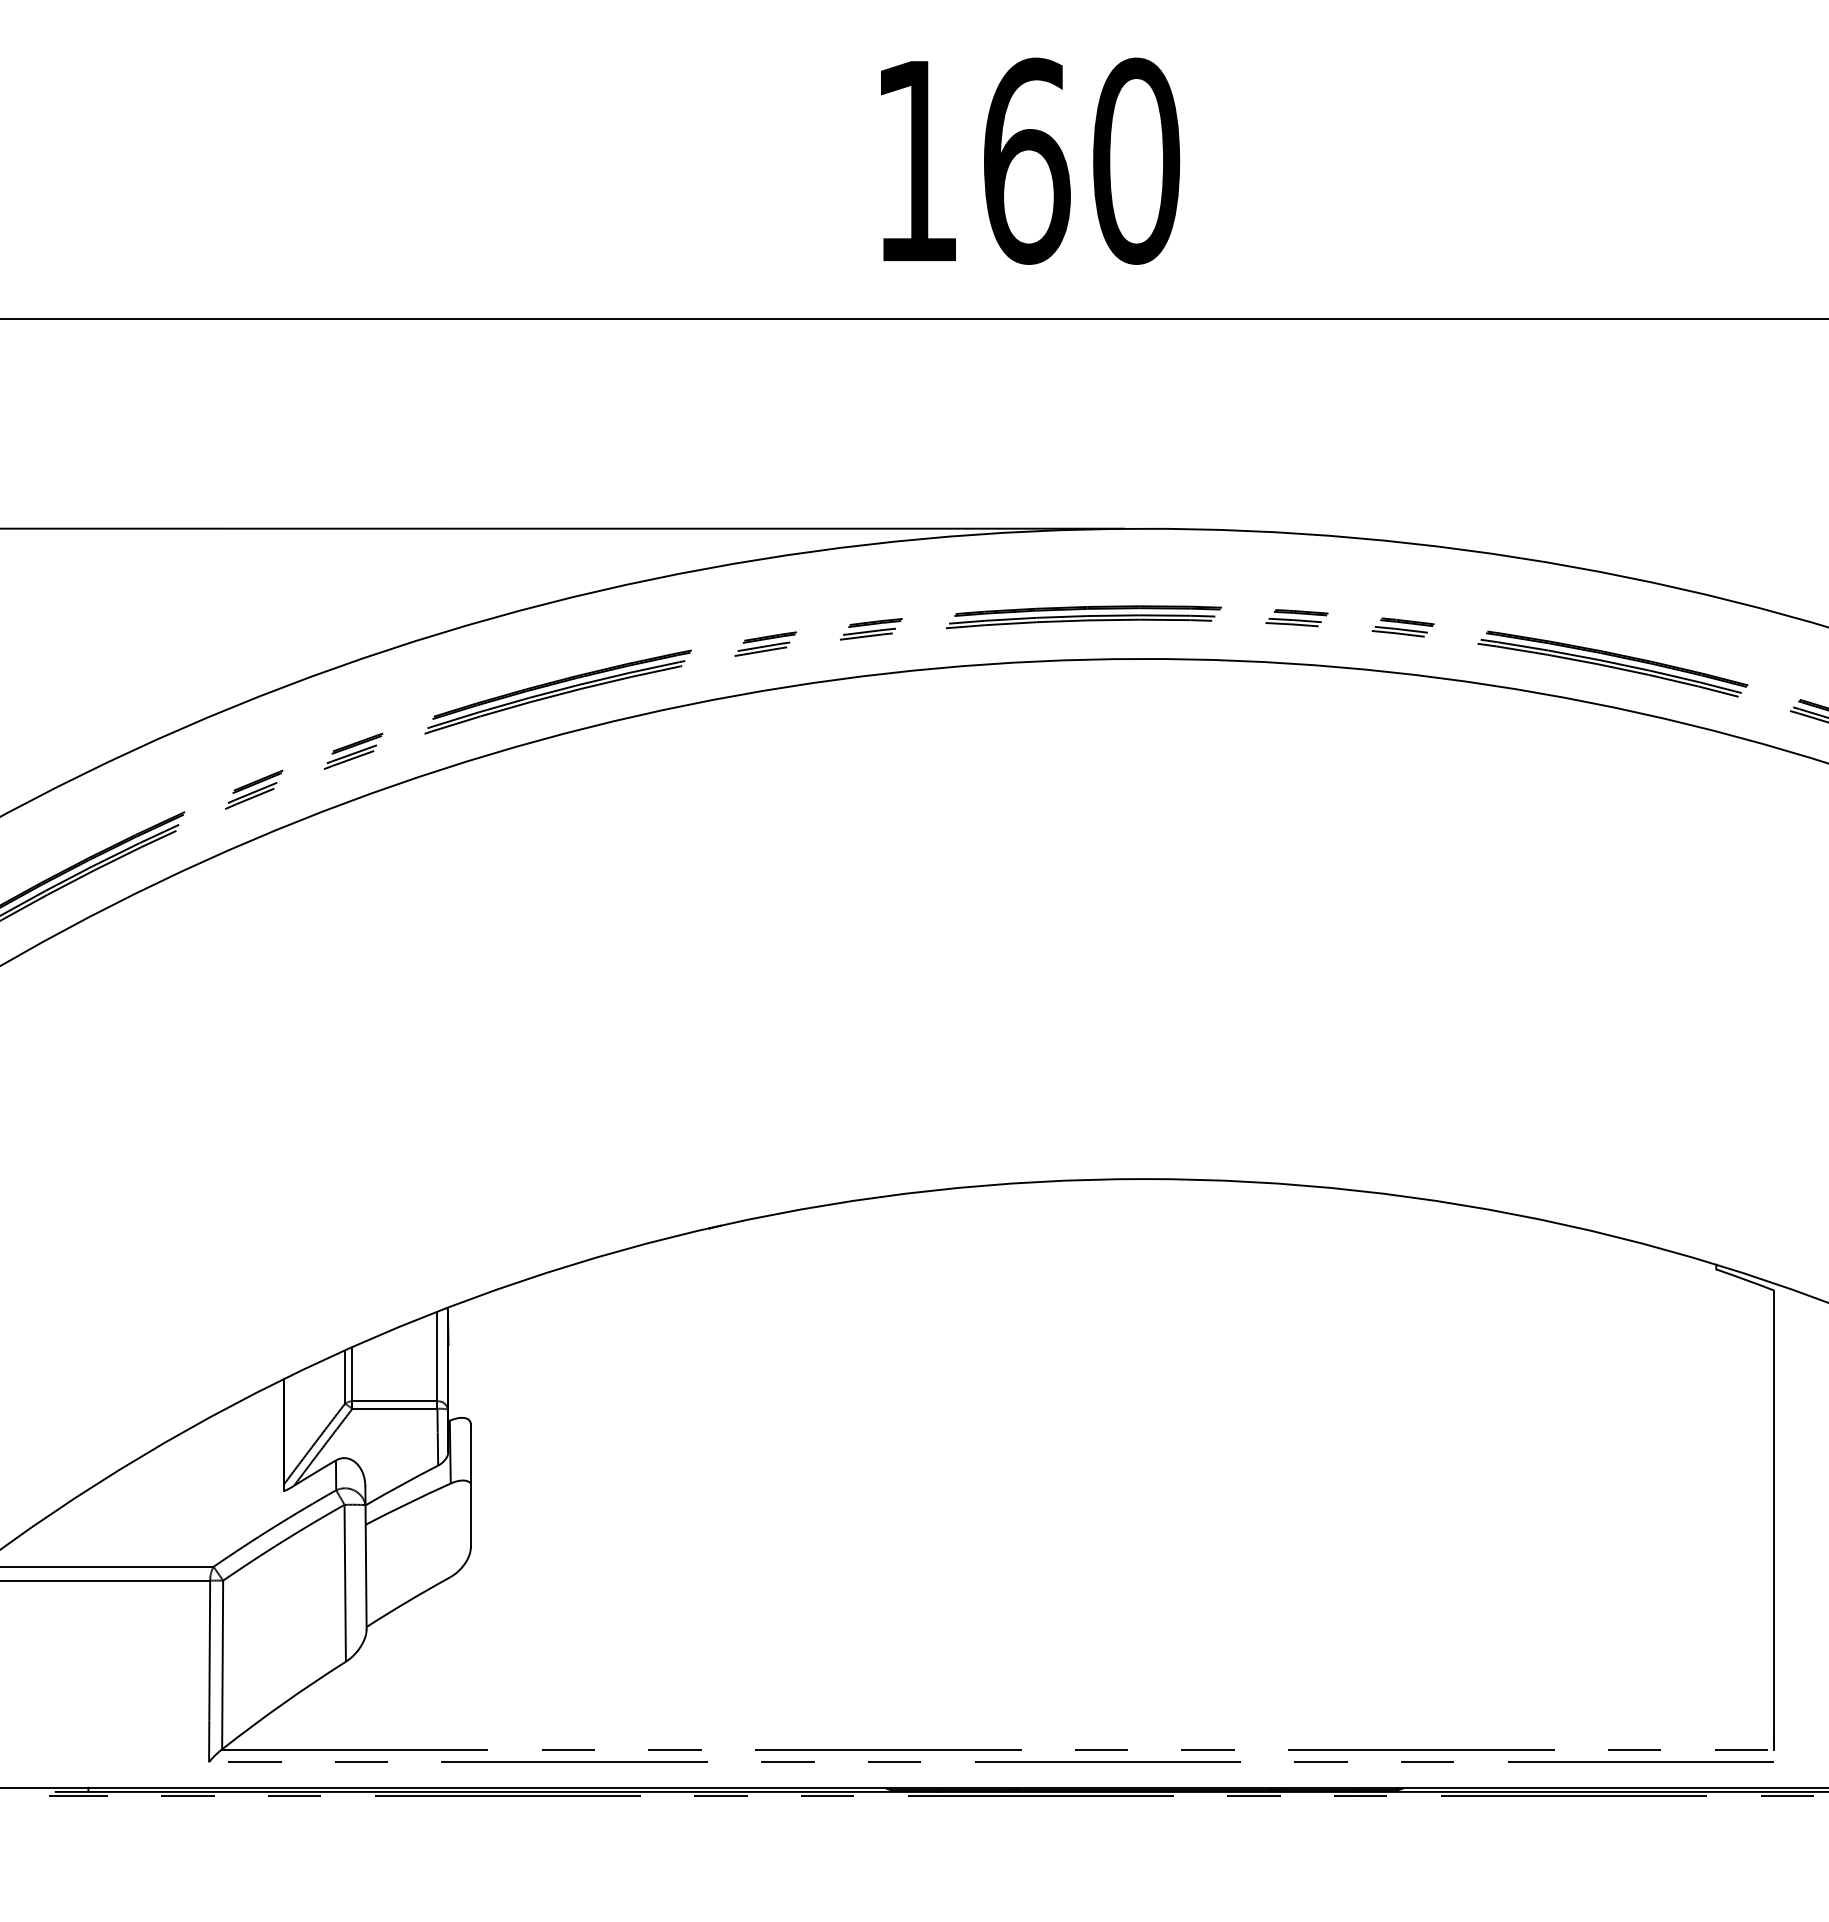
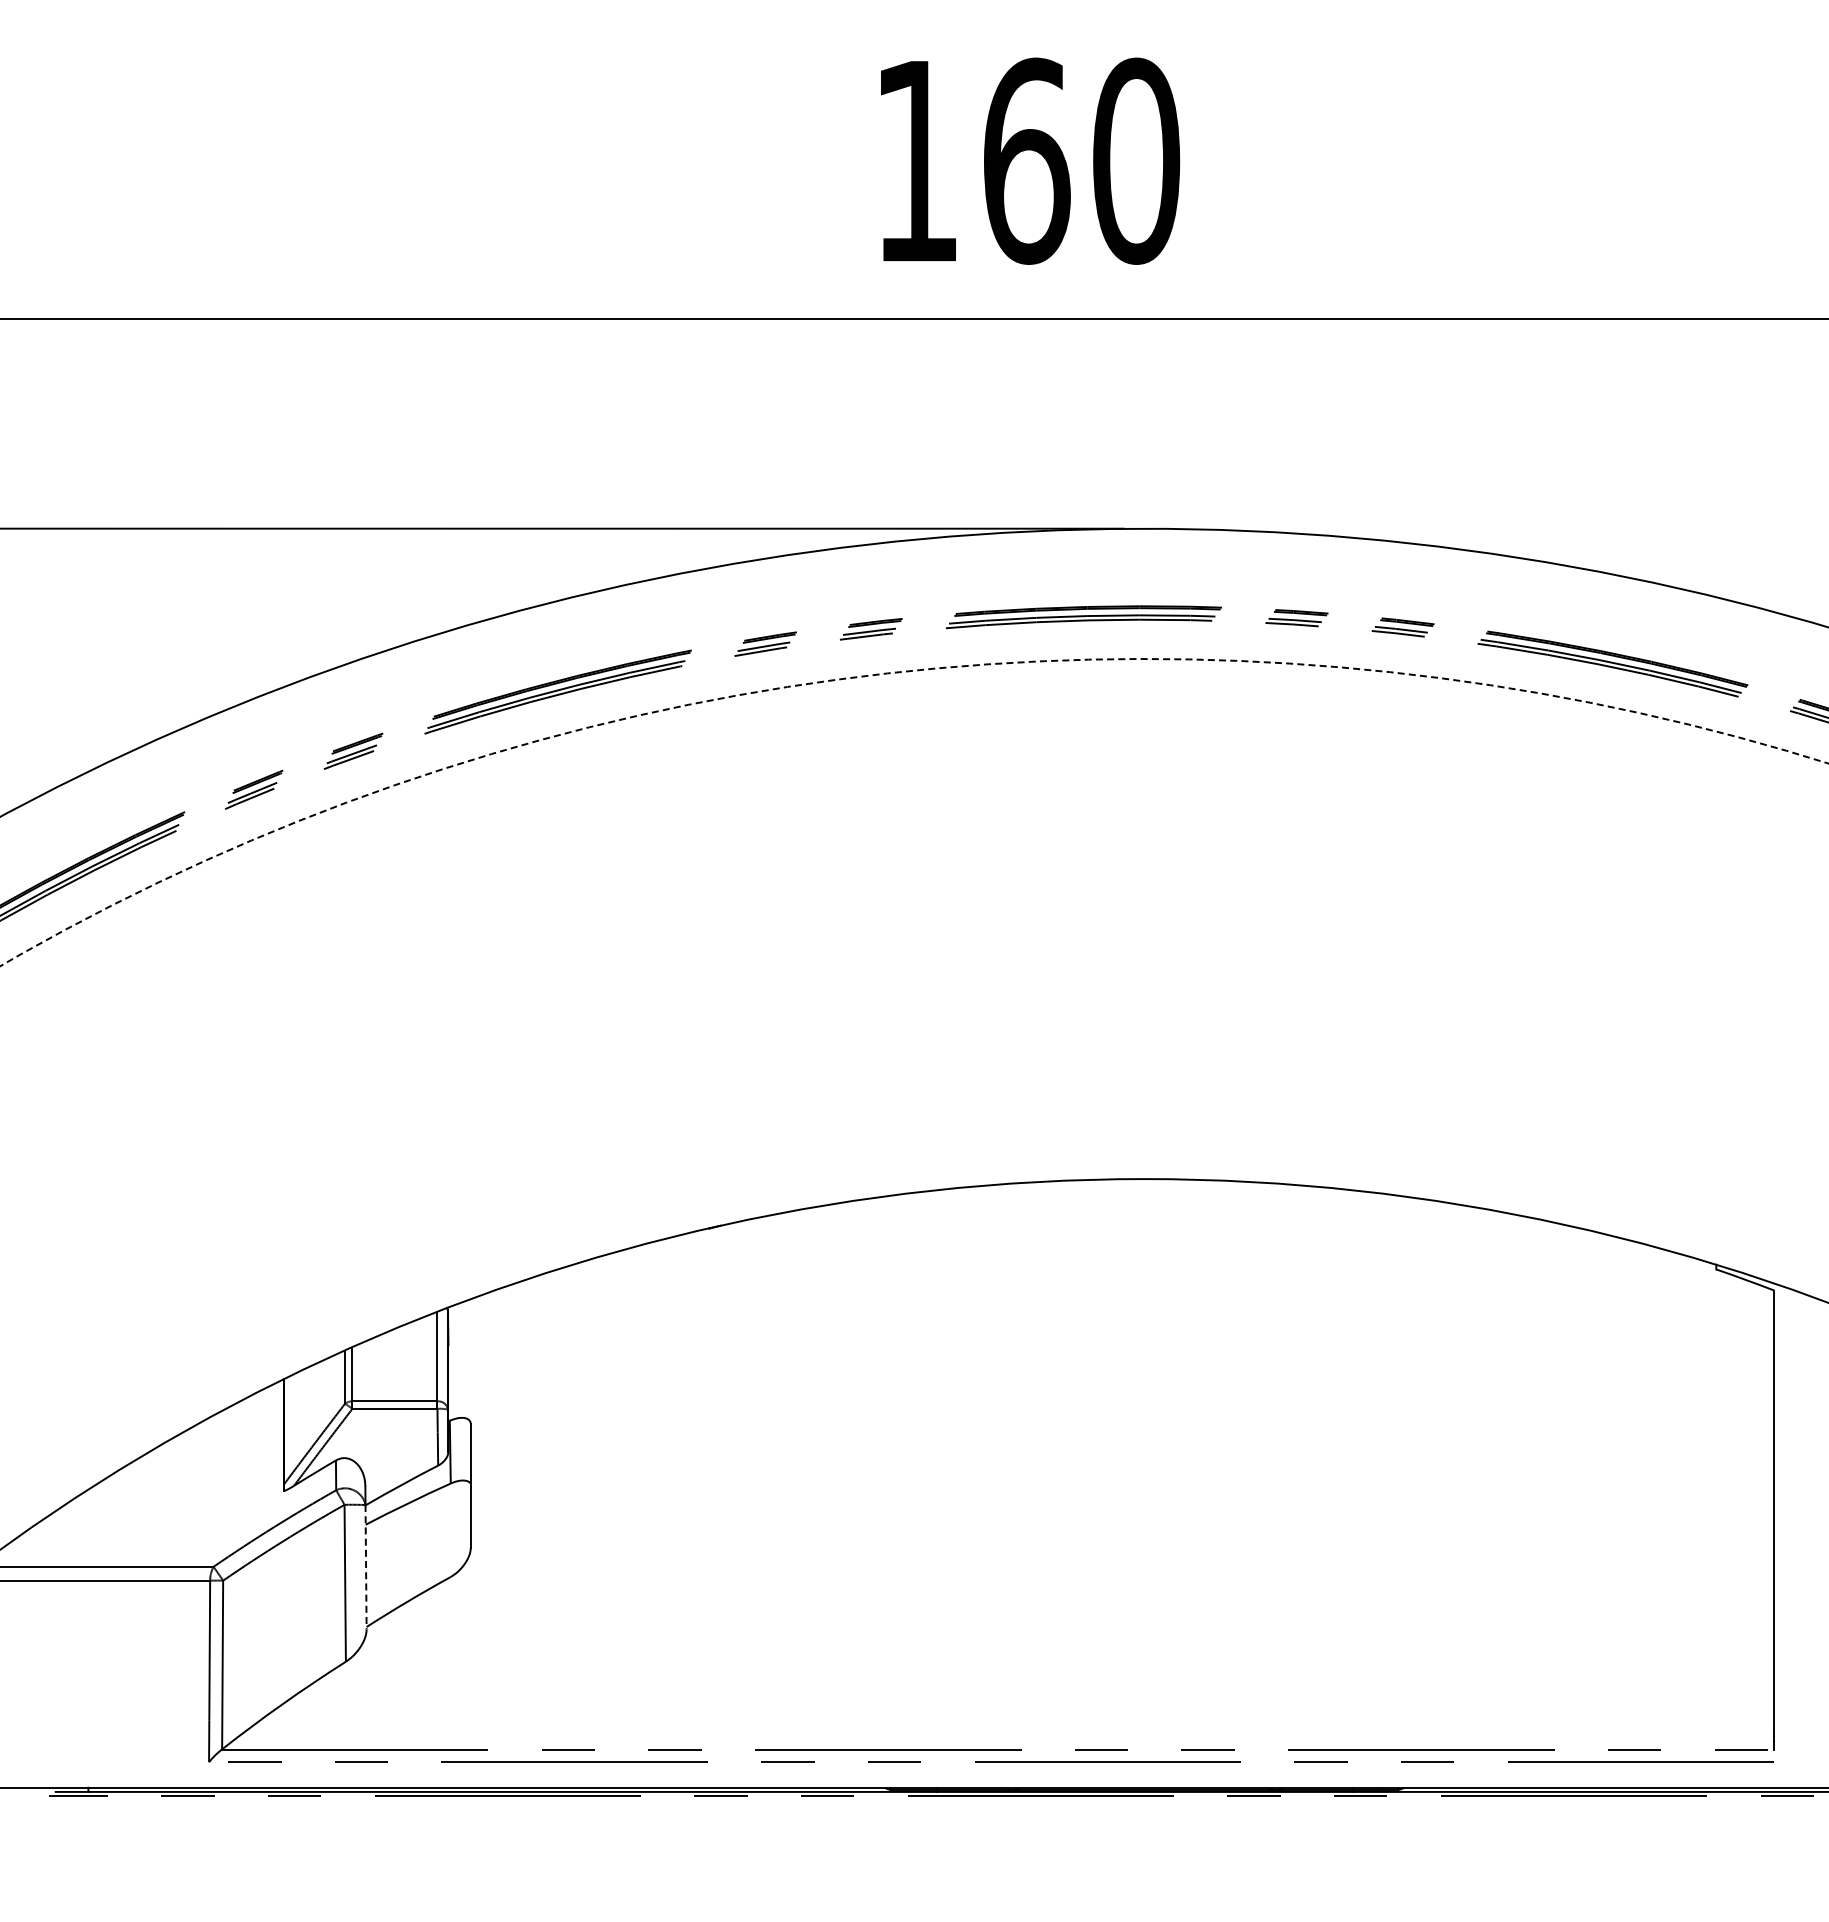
arc at (898, 672): solid -> dashed
line at (366, 1567): solid -> dashed
